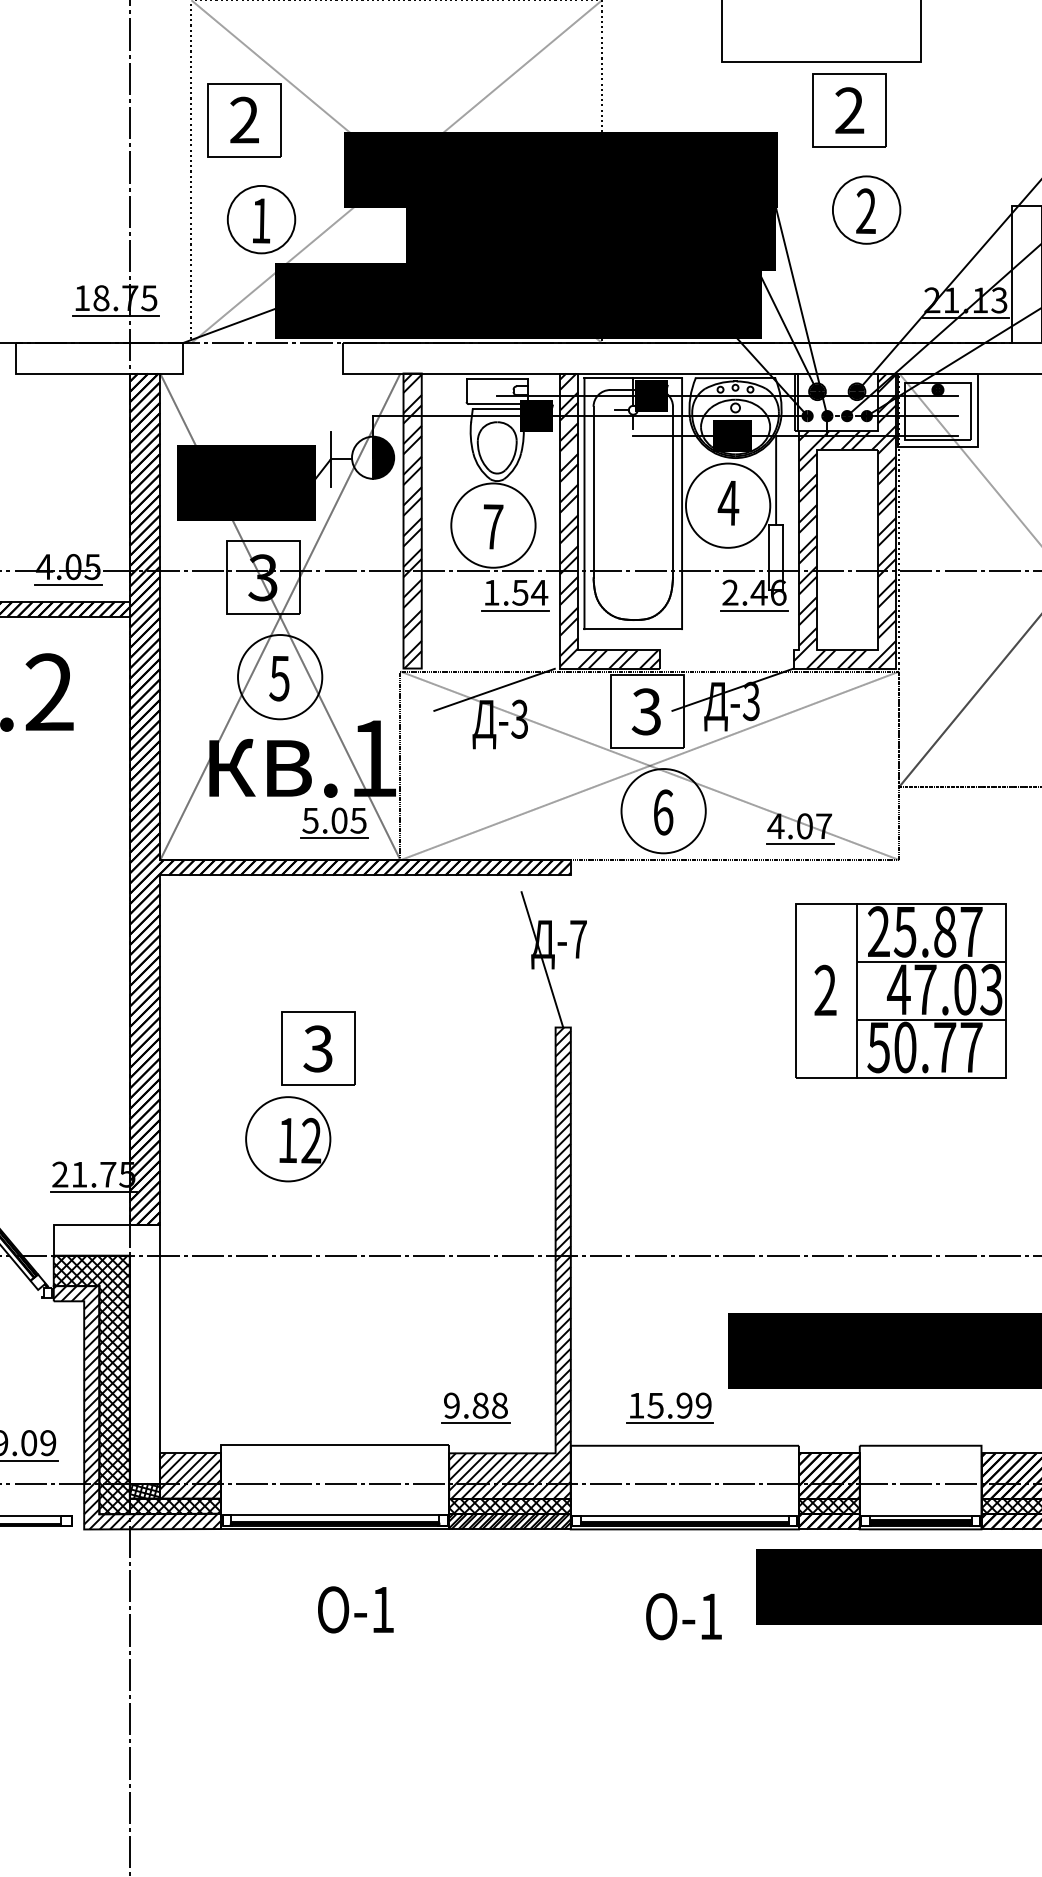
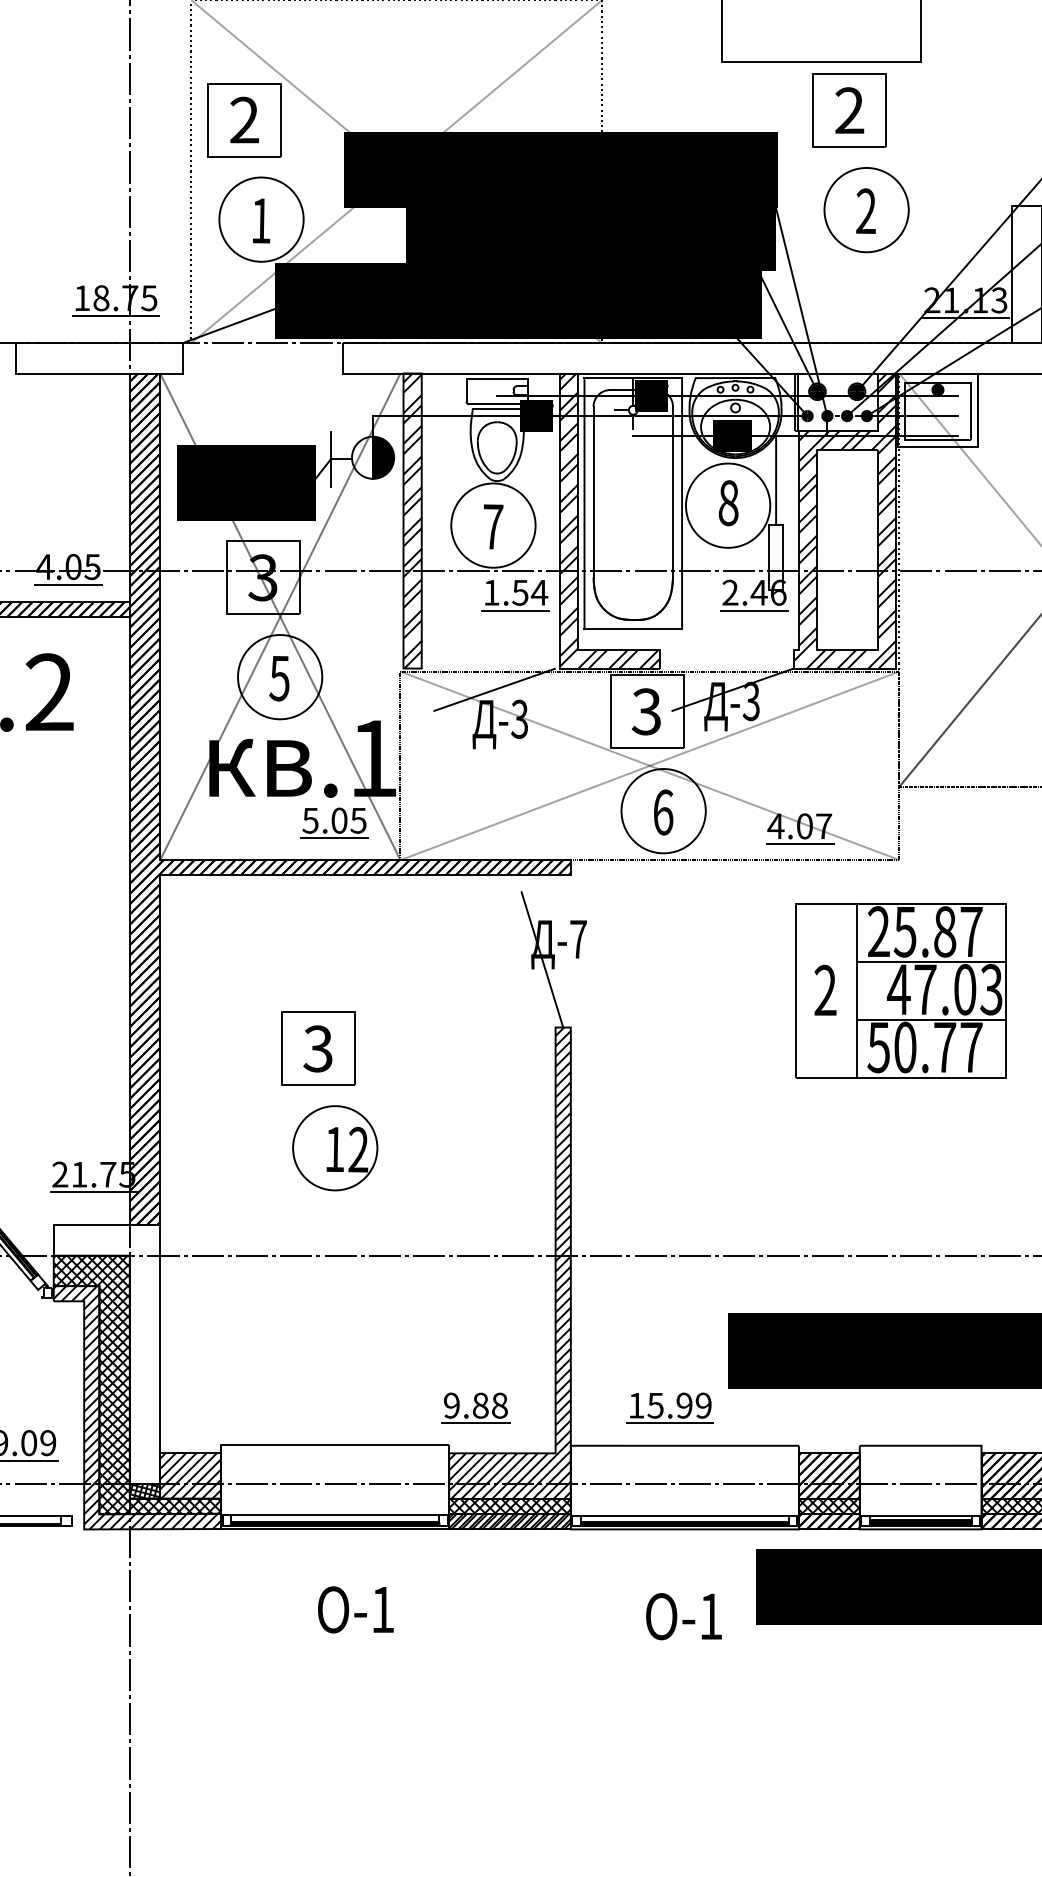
circle at (866, 209) diameter: 67 px -> 84 px
circle at (261, 219) diameter: 67 px -> 84 px
text at (728, 503): 4 -> 8
part at (288, 1139) position: (288, 1139) -> (335, 1148)
